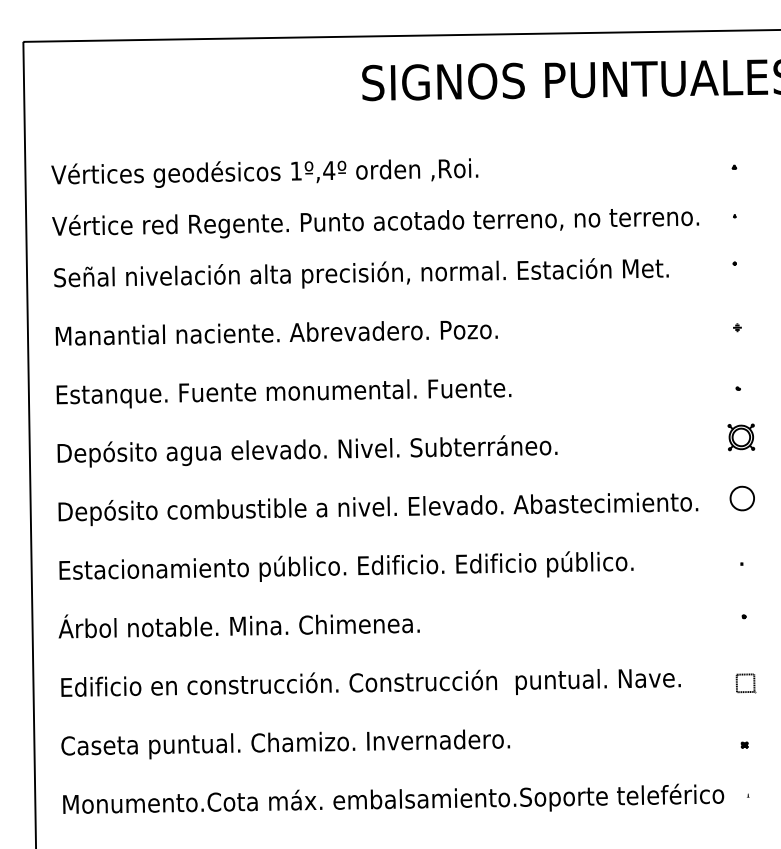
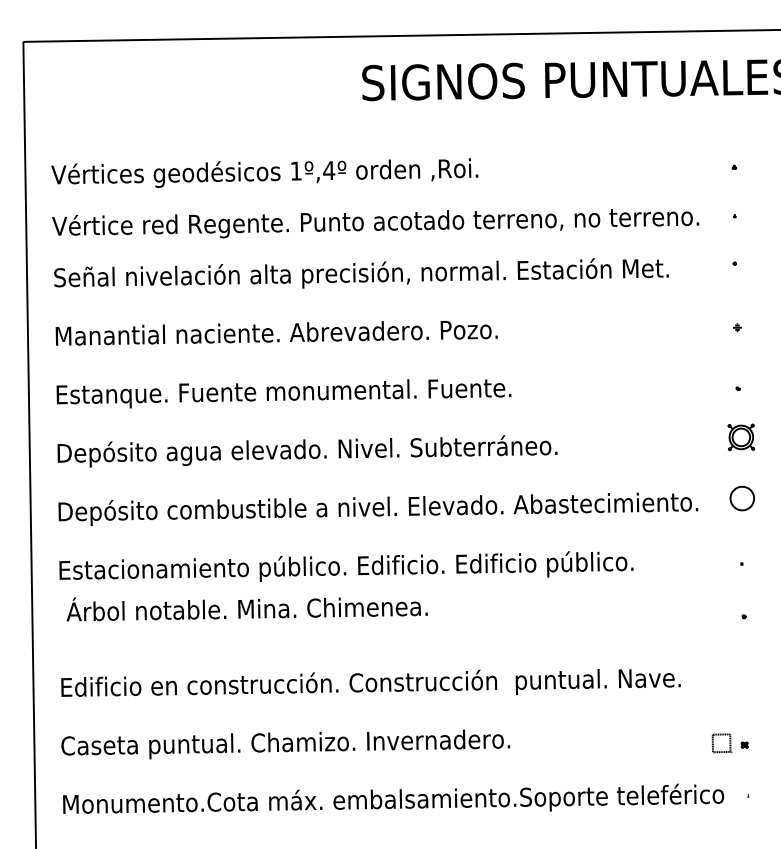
text at (238, 626) position: (238, 626) -> (246, 609)
part at (745, 683) position: (745, 683) -> (721, 743)
